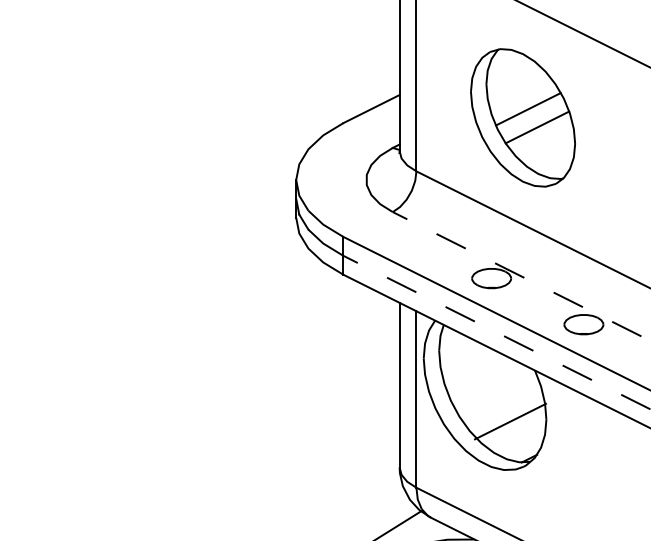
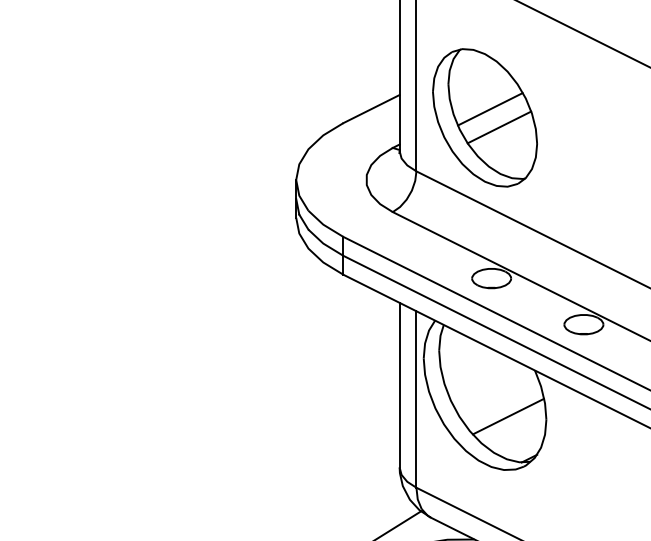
part at (522, 117) position: (522, 117) -> (484, 117)
line at (521, 276): dashed -> solid
line at (496, 332): dashed -> solid
line at (509, 421) position: (509, 421) -> (507, 416)
